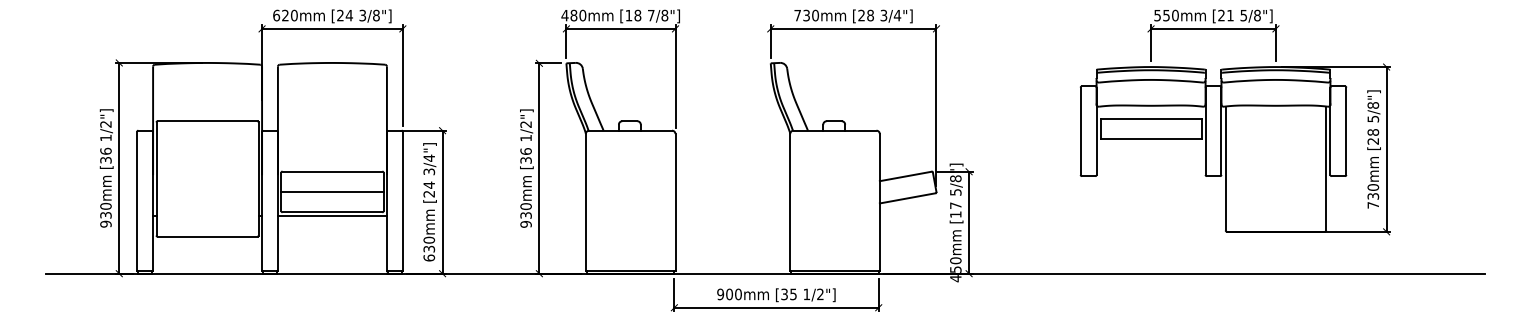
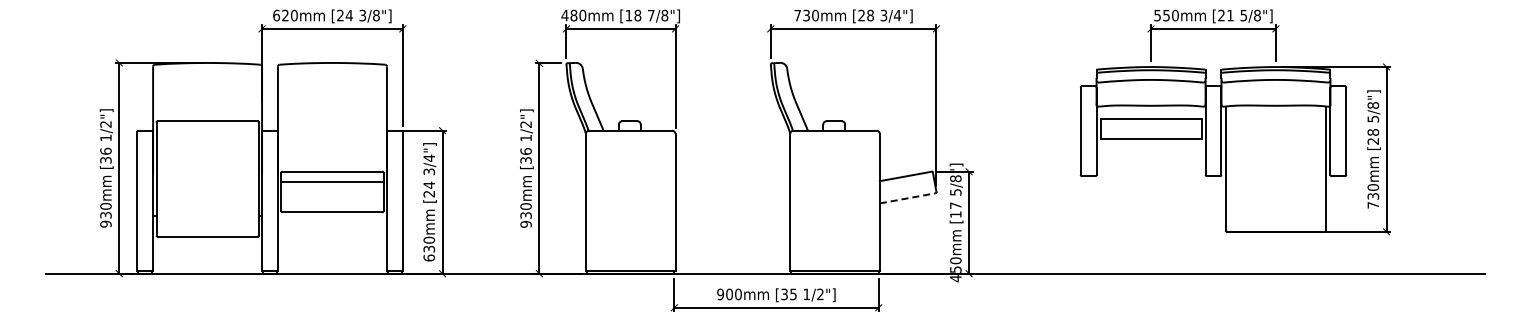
line at (332, 191) position: (332, 191) -> (332, 181)
line at (908, 198): solid -> dashed
line at (331, 215): present -> none
